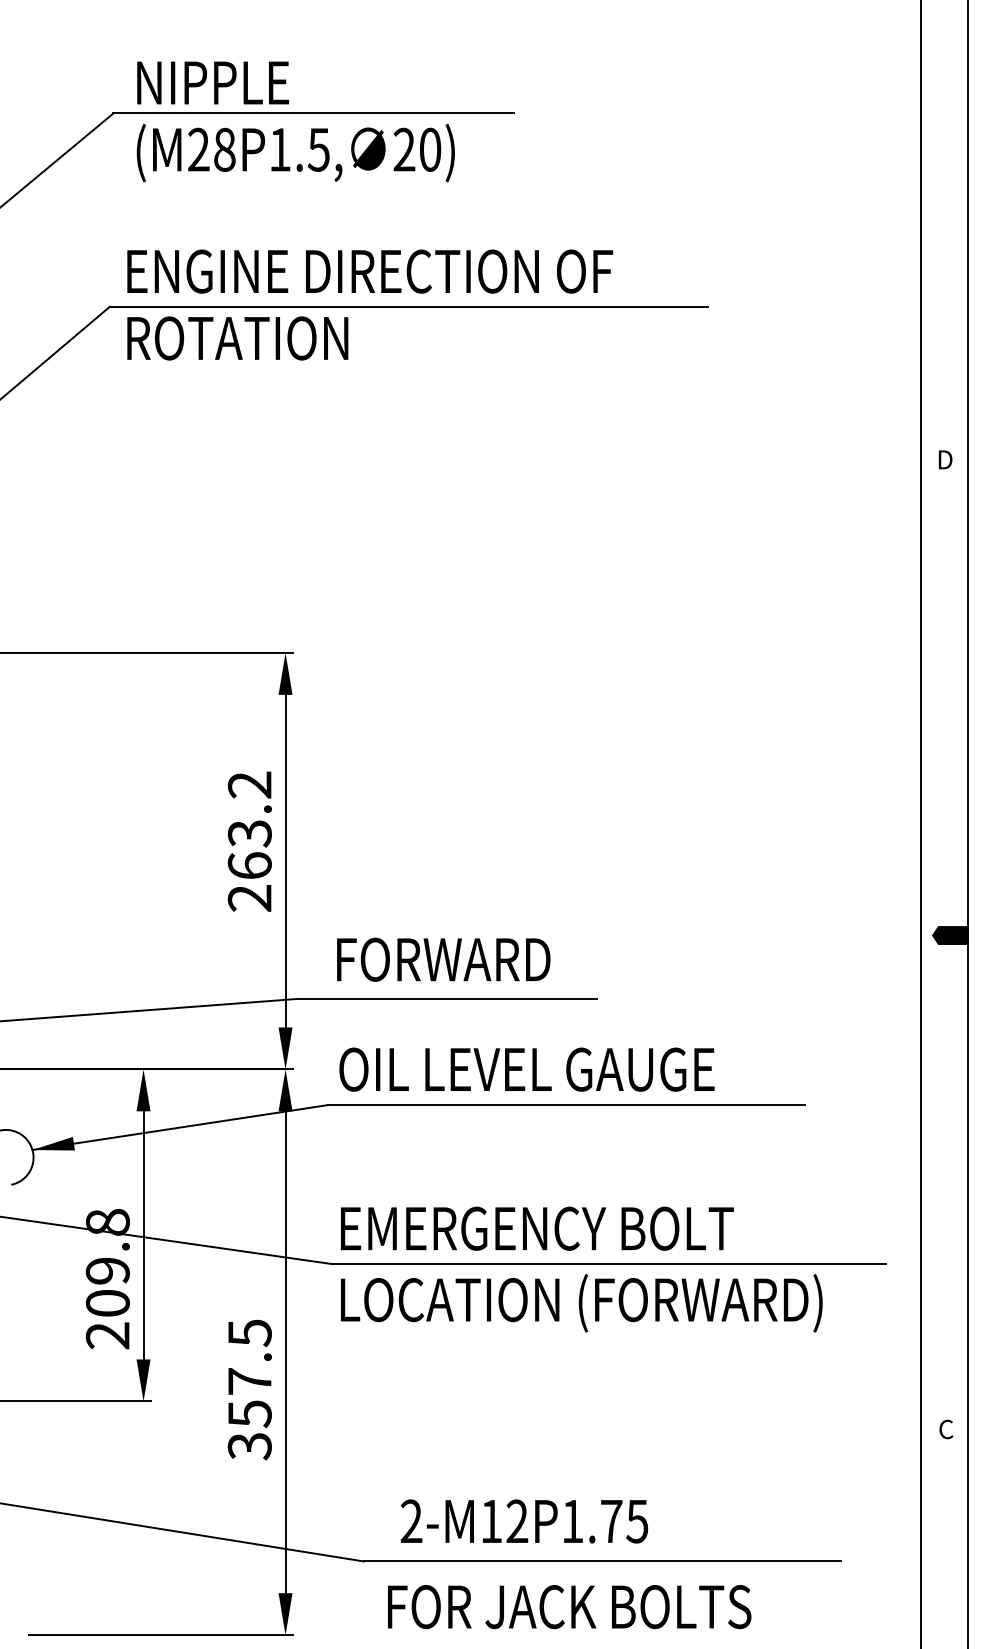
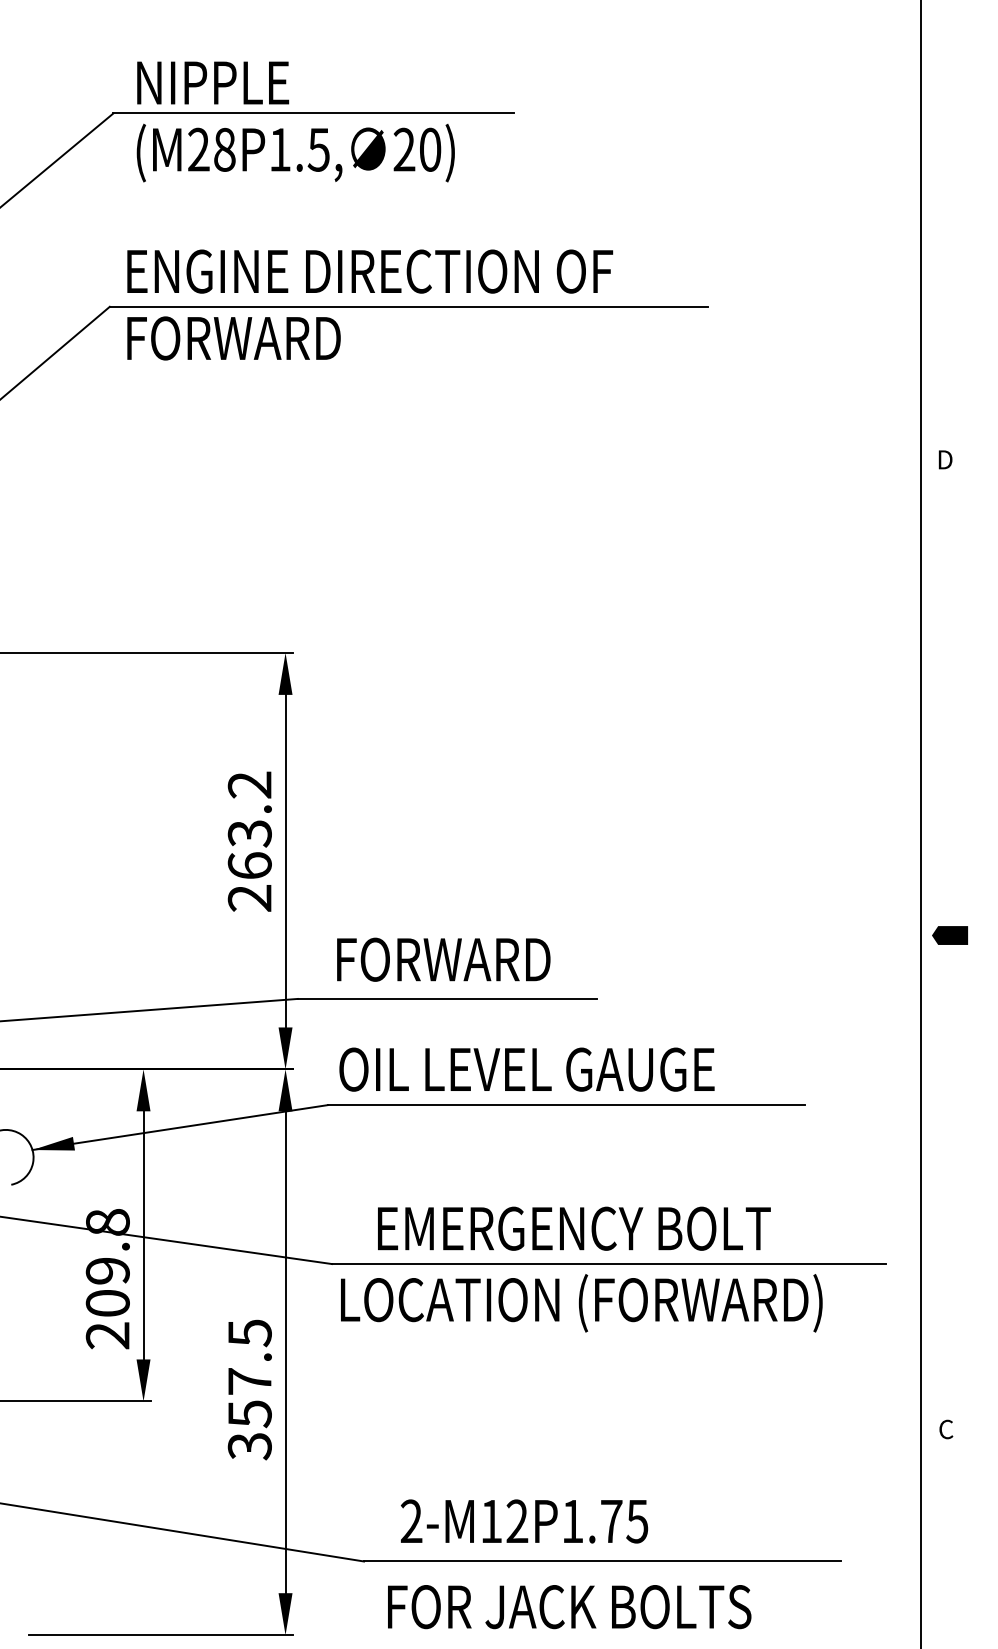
text at (239, 338): ROTATION -> FORWARD
line at (968, 823): present -> none
text at (537, 1228) position: (537, 1228) -> (574, 1228)
